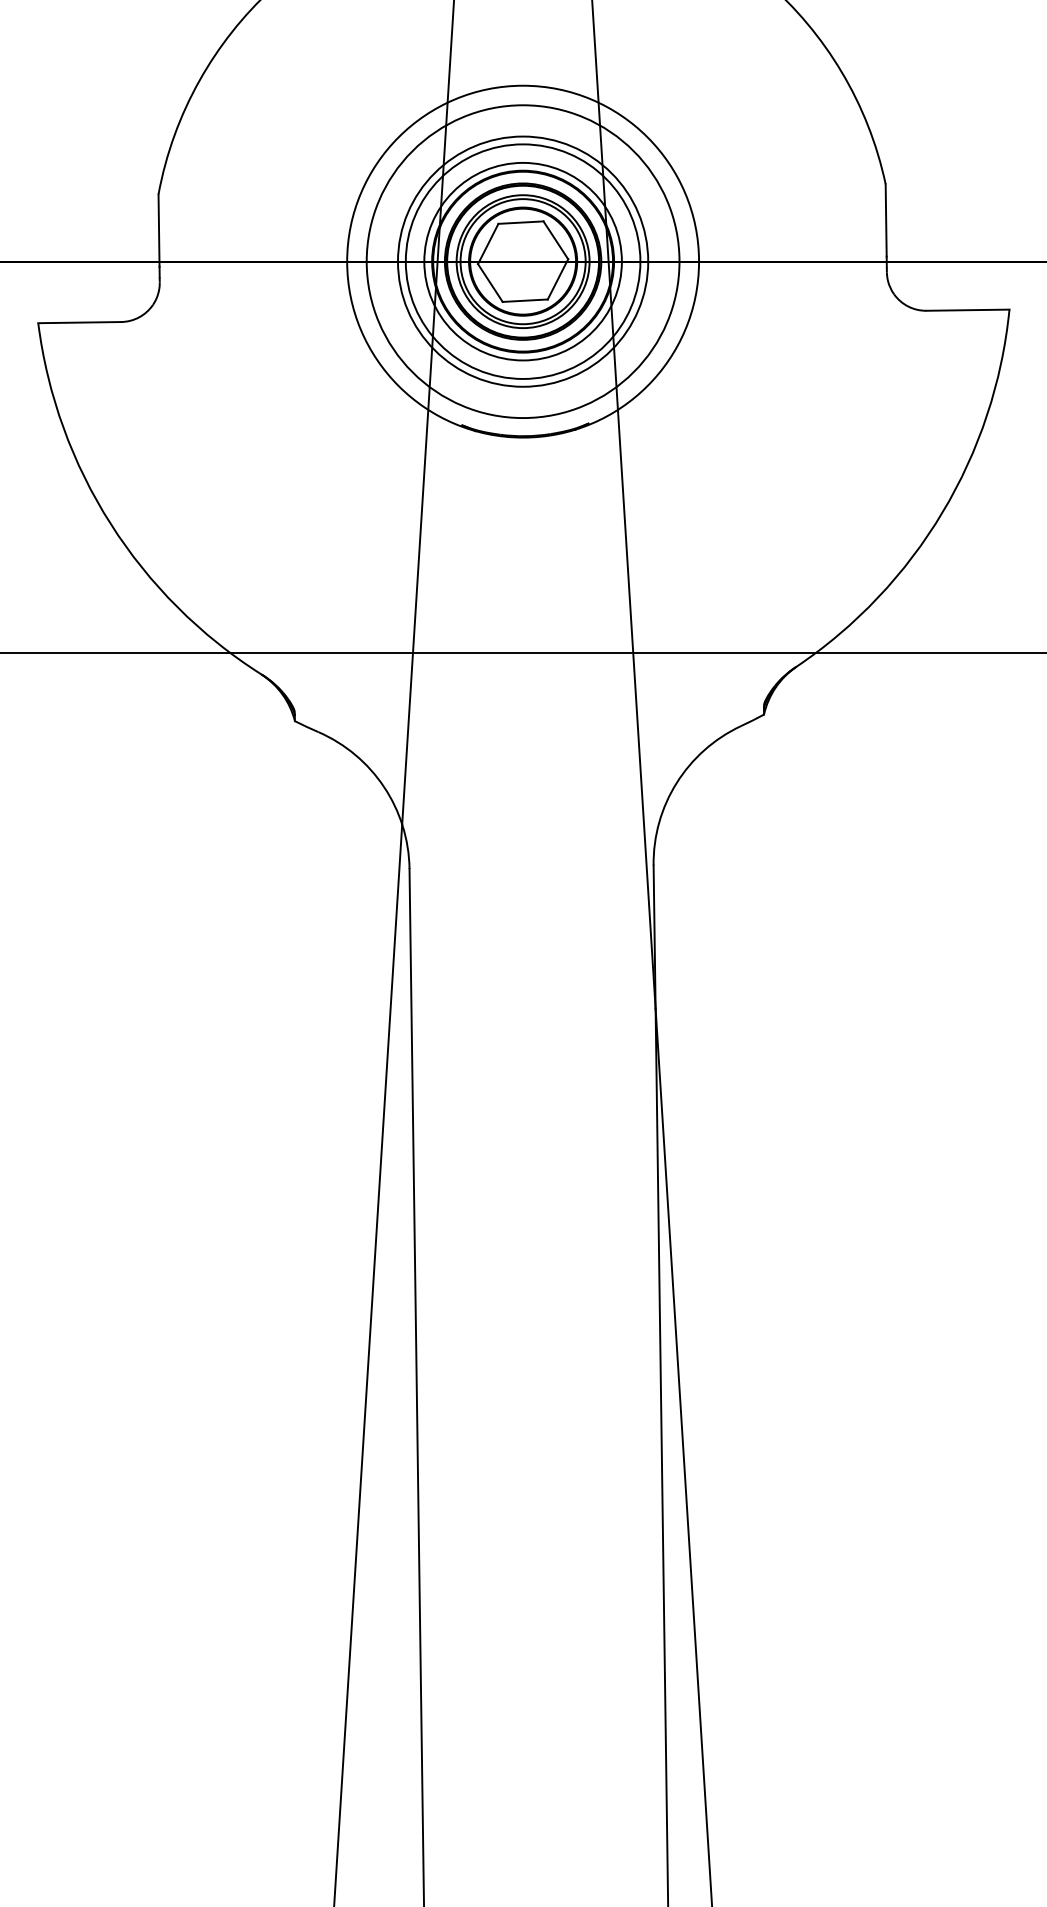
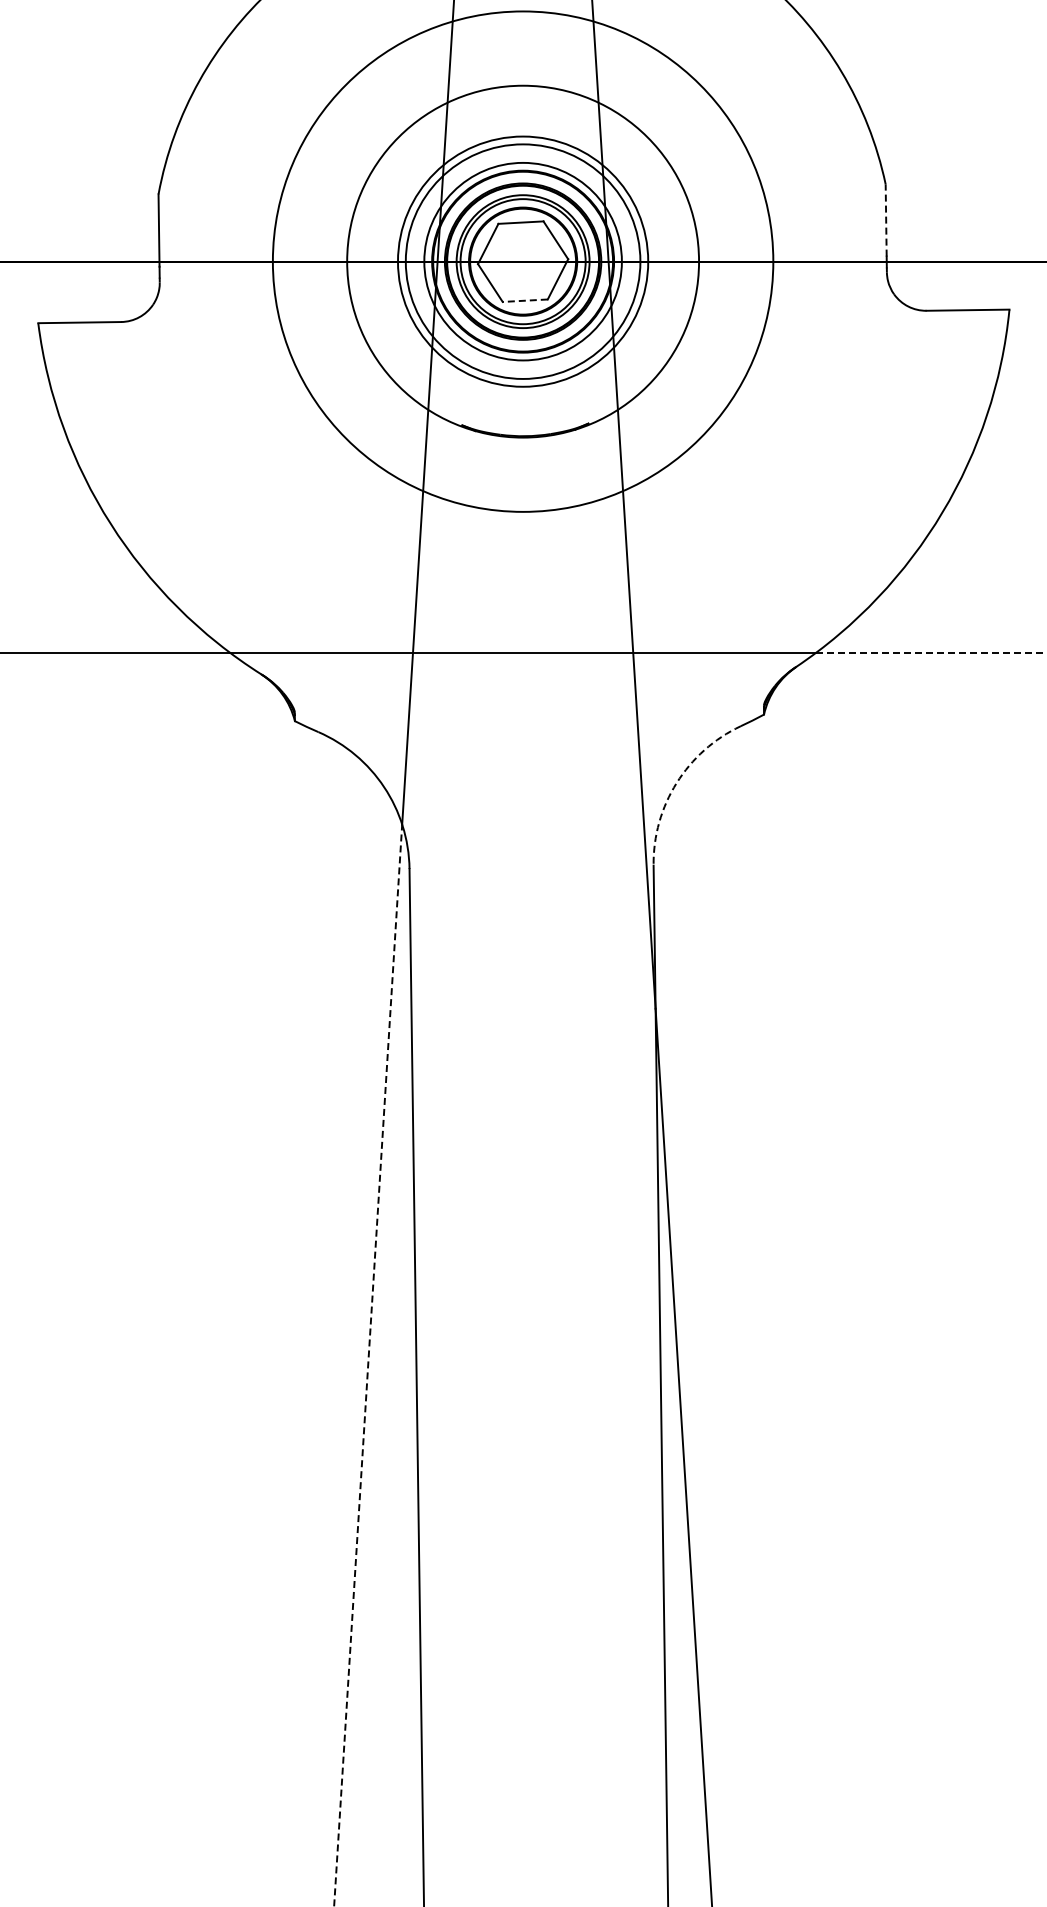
line at (886, 219): solid -> dashed
circle at (522, 261) diameter: 313 px -> 500 px
line at (525, 300): solid -> dashed
line at (931, 652): solid -> dashed
arc at (676, 783): solid -> dashed
line at (368, 1365): solid -> dashed
